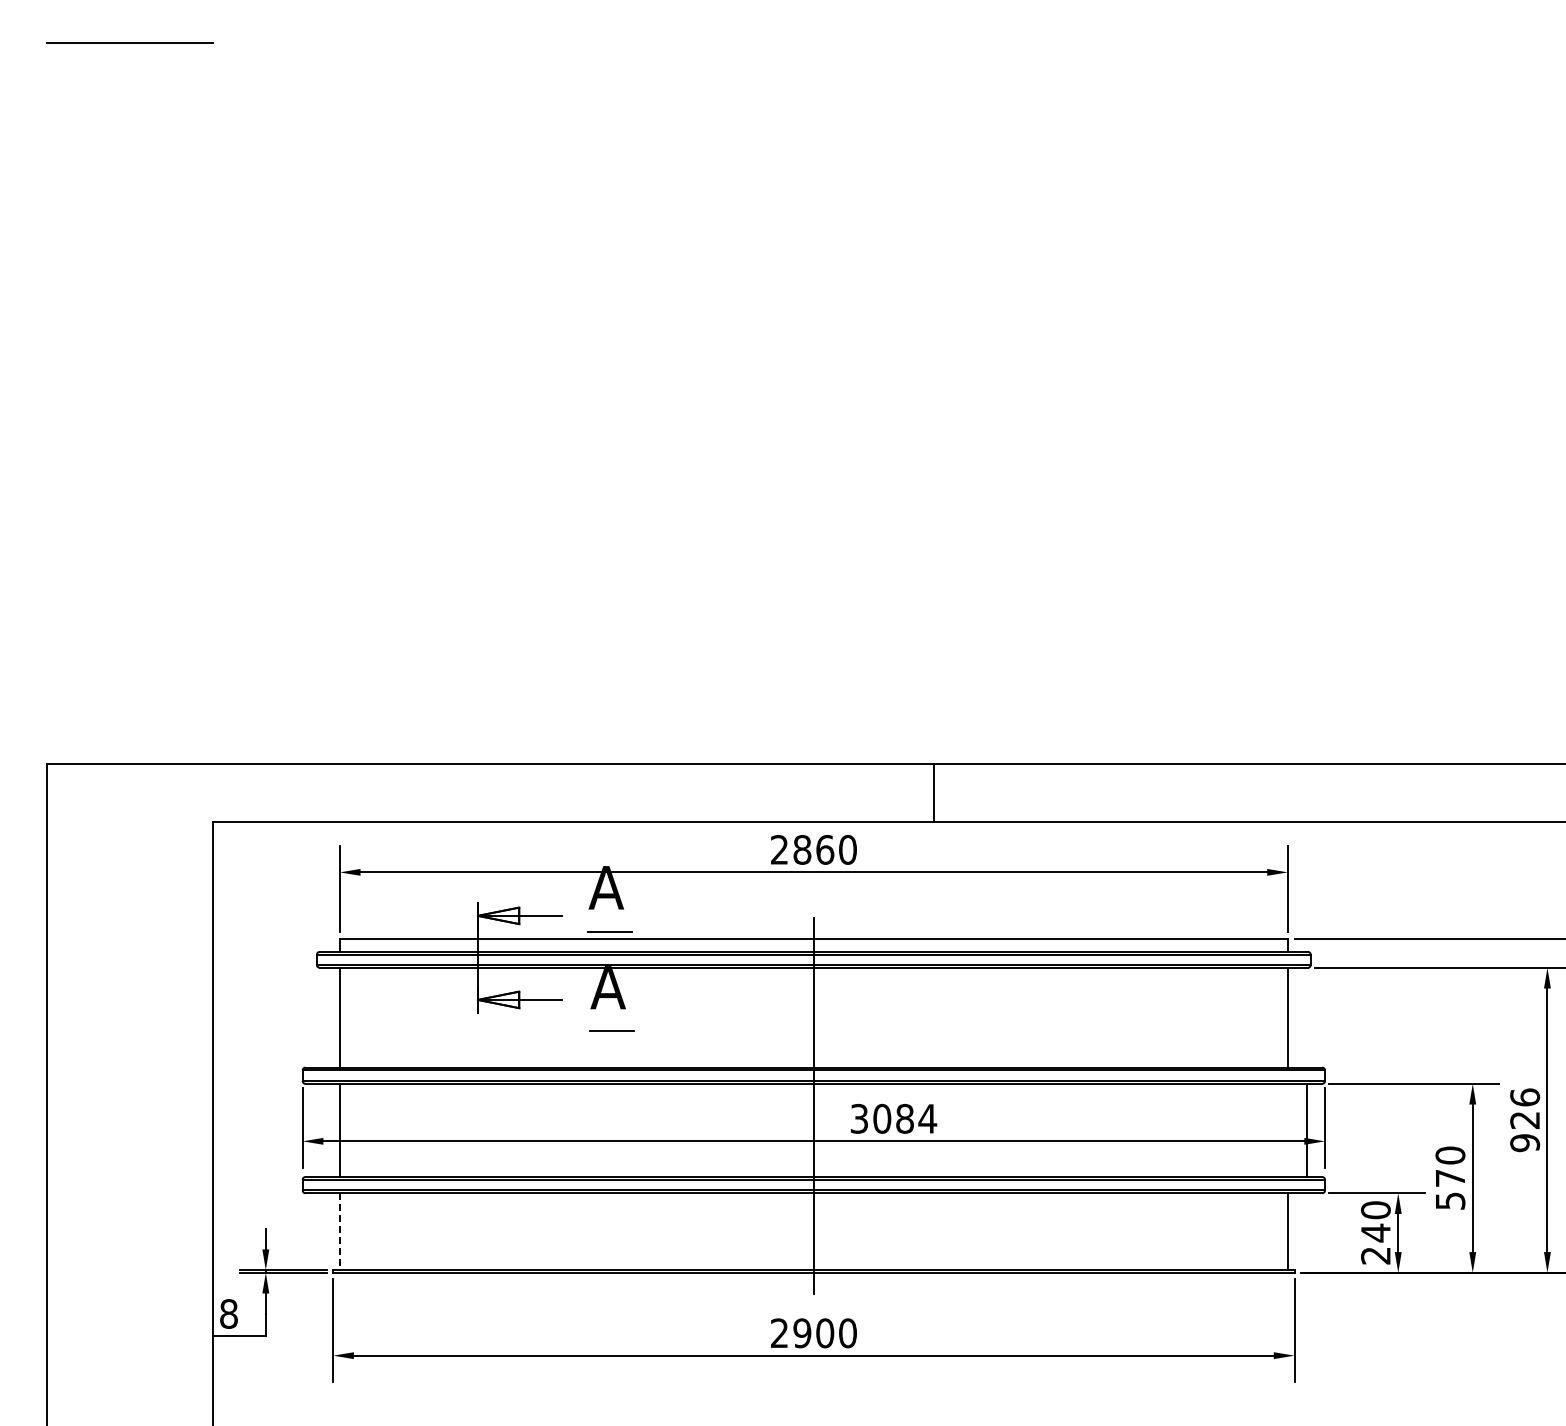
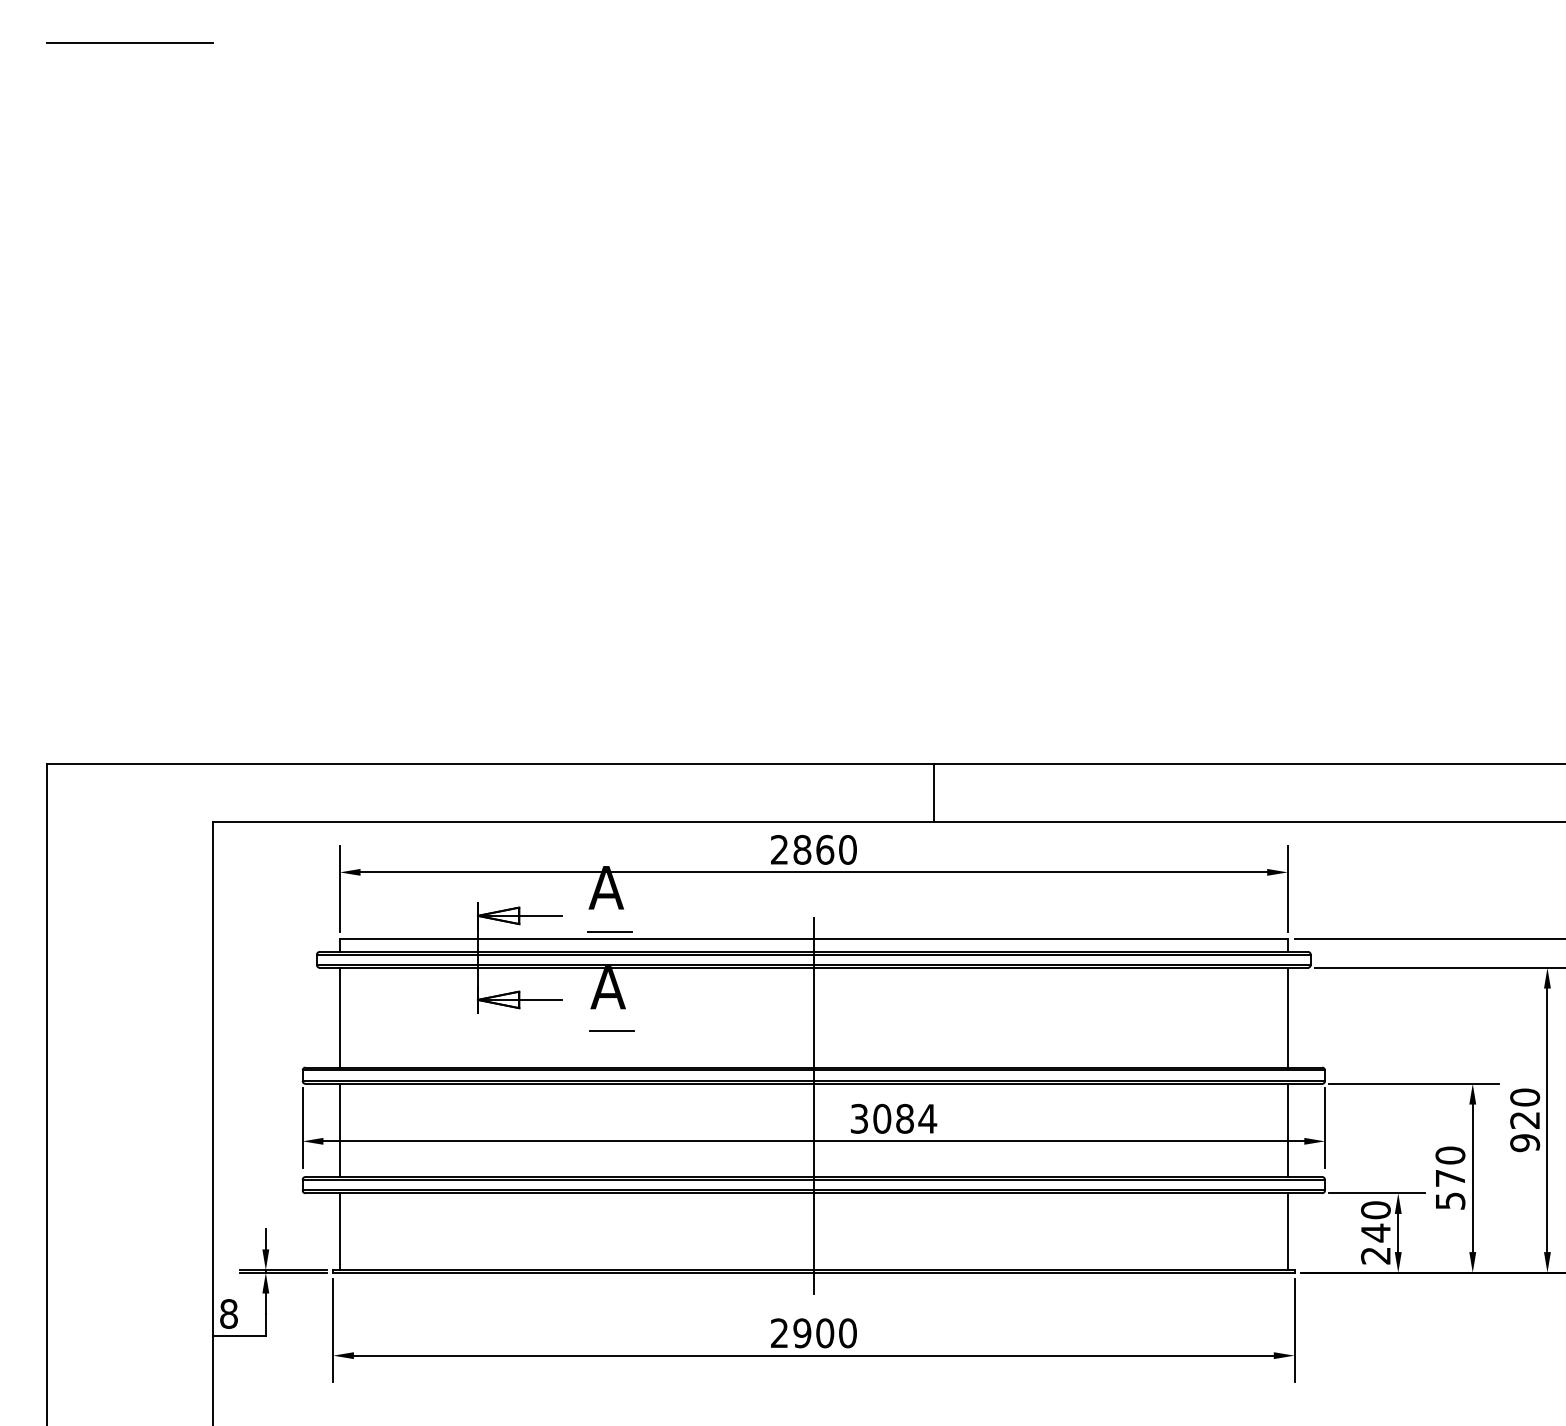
text at (1524, 1097): 926 -> 920
line at (1306, 1130) position: (1306, 1130) -> (1287, 1130)
line at (339, 1232): dashed -> solid
